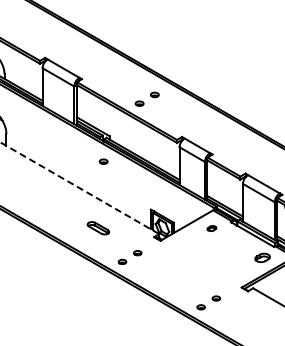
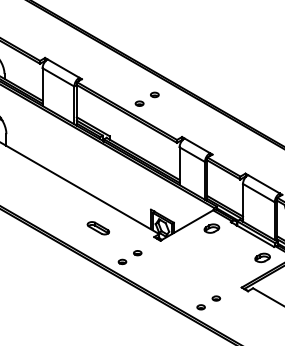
part at (103, 161): present -> none
line at (79, 188): dashed -> solid
part at (211, 228) size: 12x7 px -> 18x11 px
